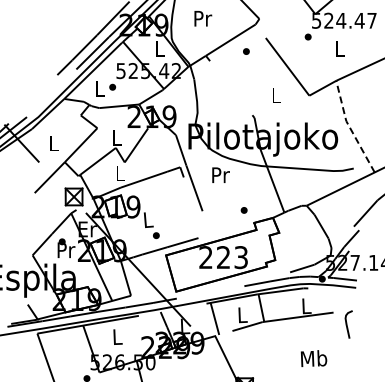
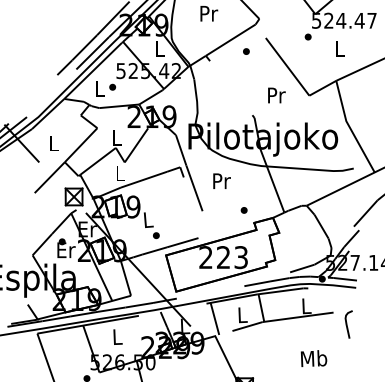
text at (203, 18) position: (203, 18) -> (209, 13)
text at (276, 95): L -> Pr
line at (350, 128): dashed -> solid
text at (220, 174) position: (220, 174) -> (221, 180)
text at (66, 250): Pr -> Er
